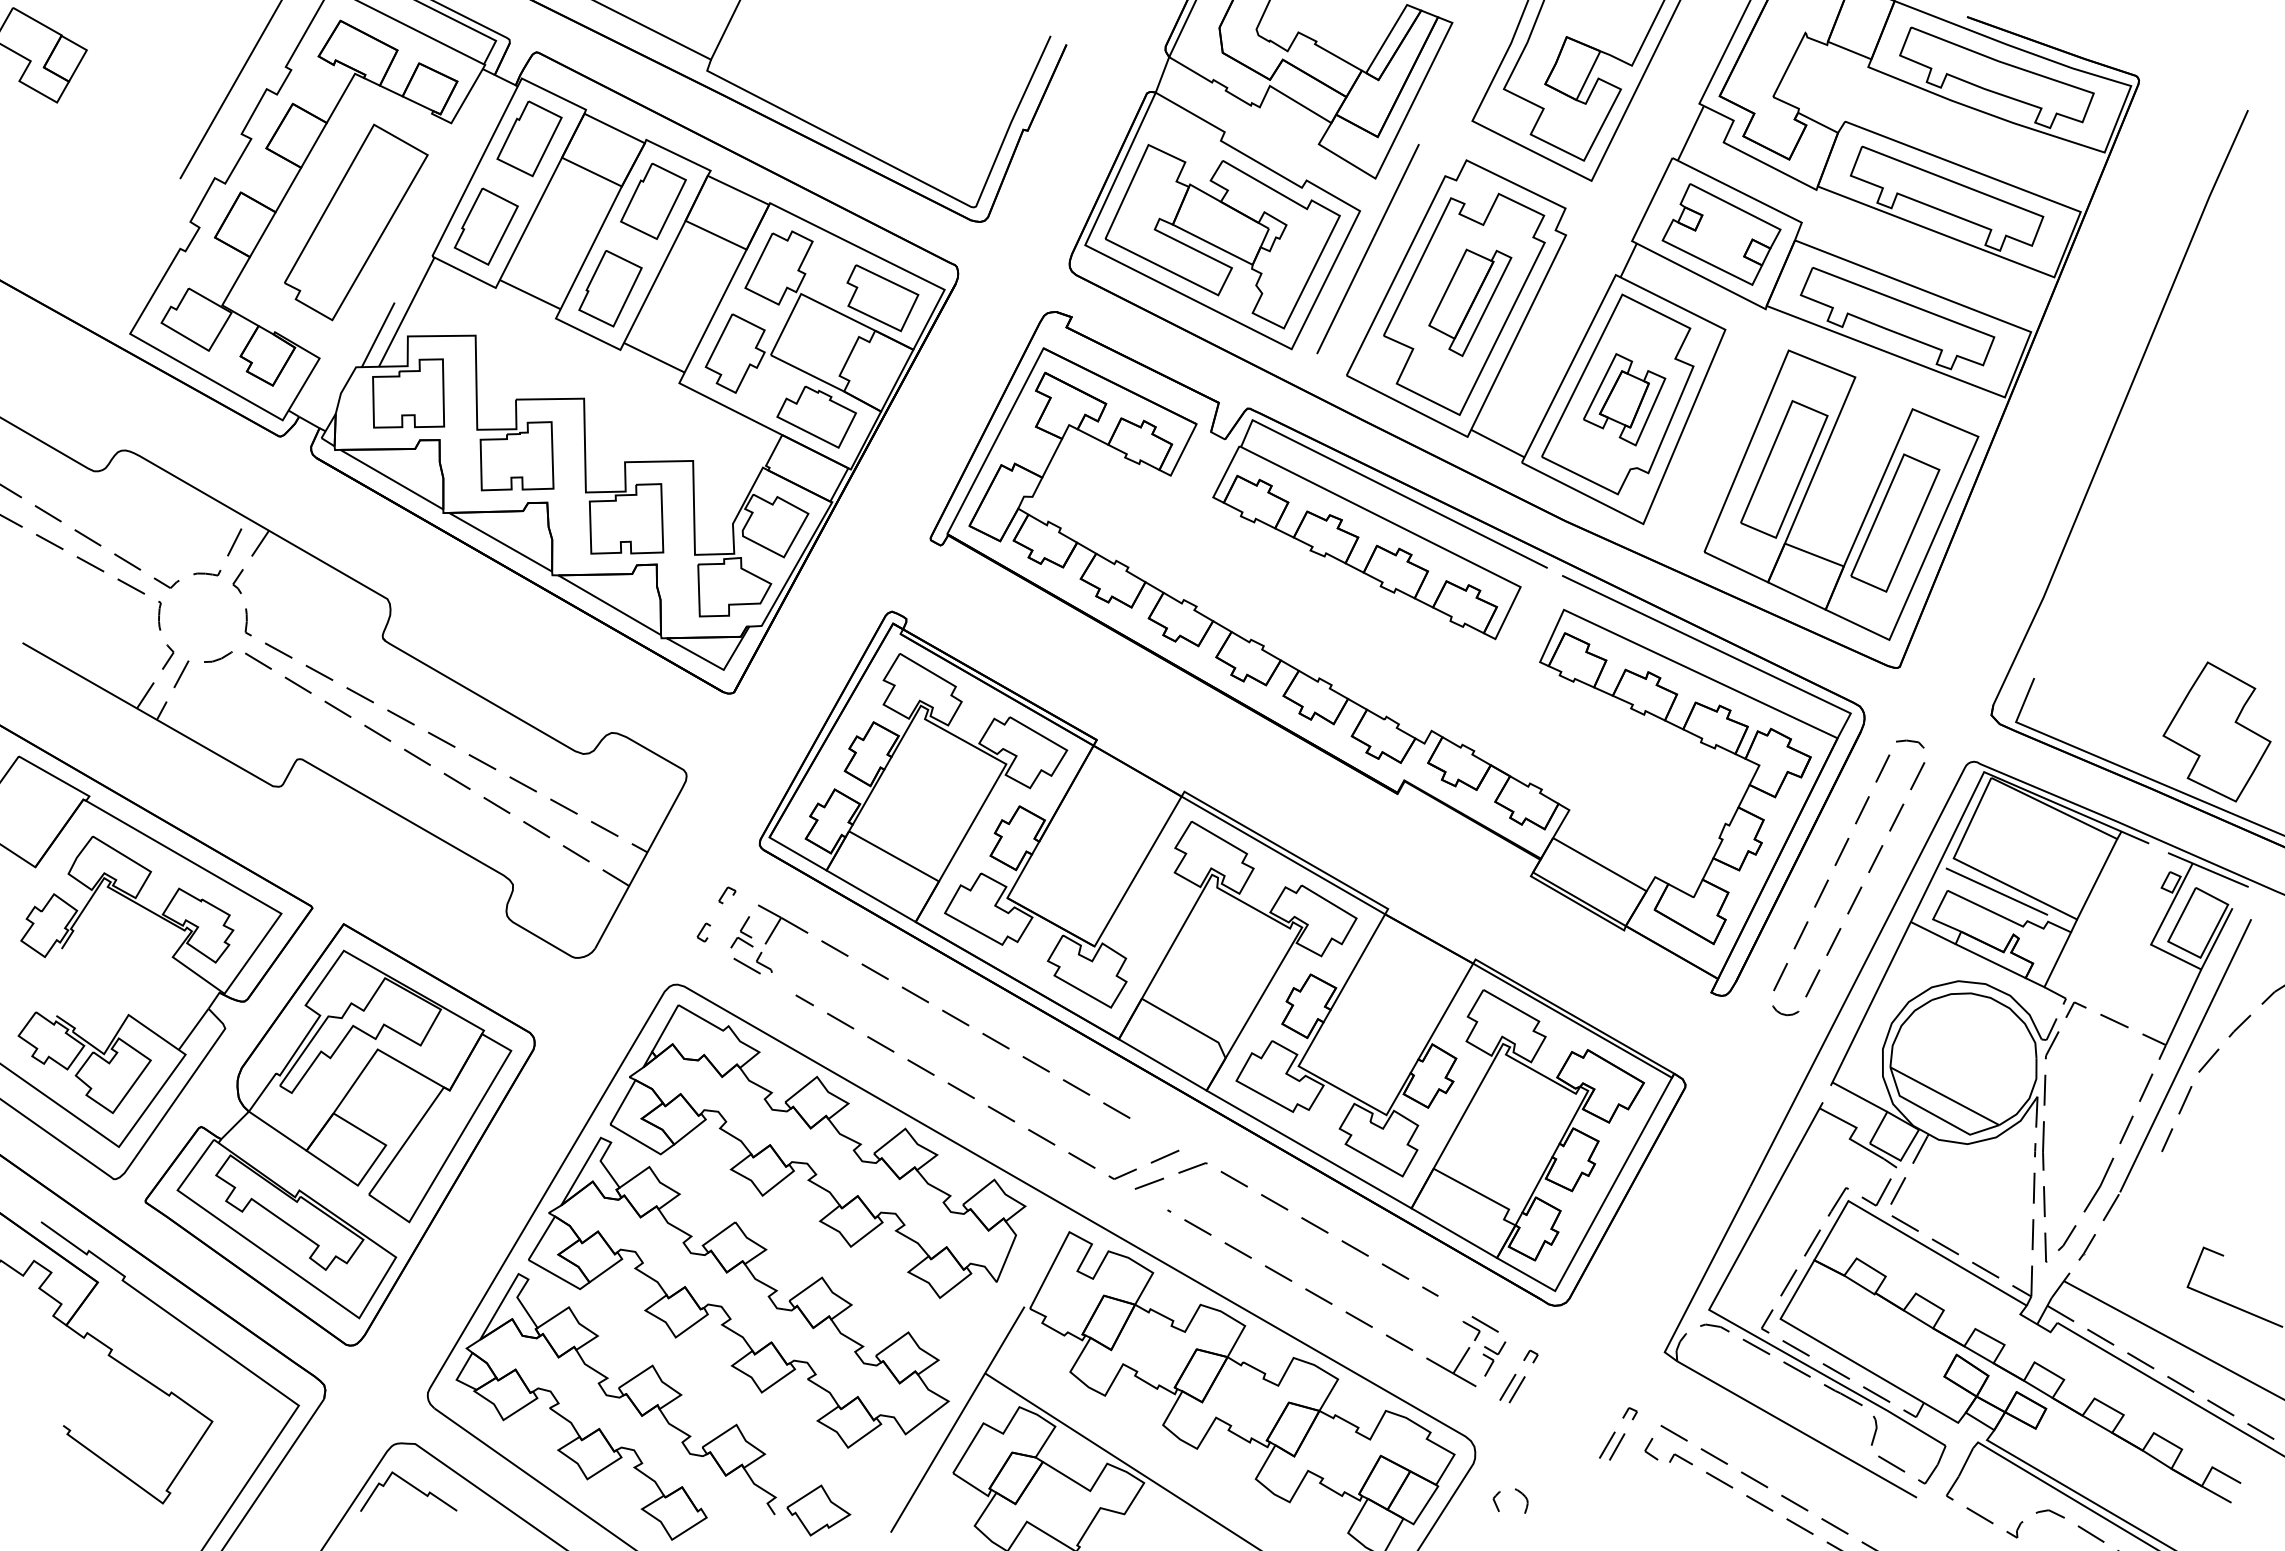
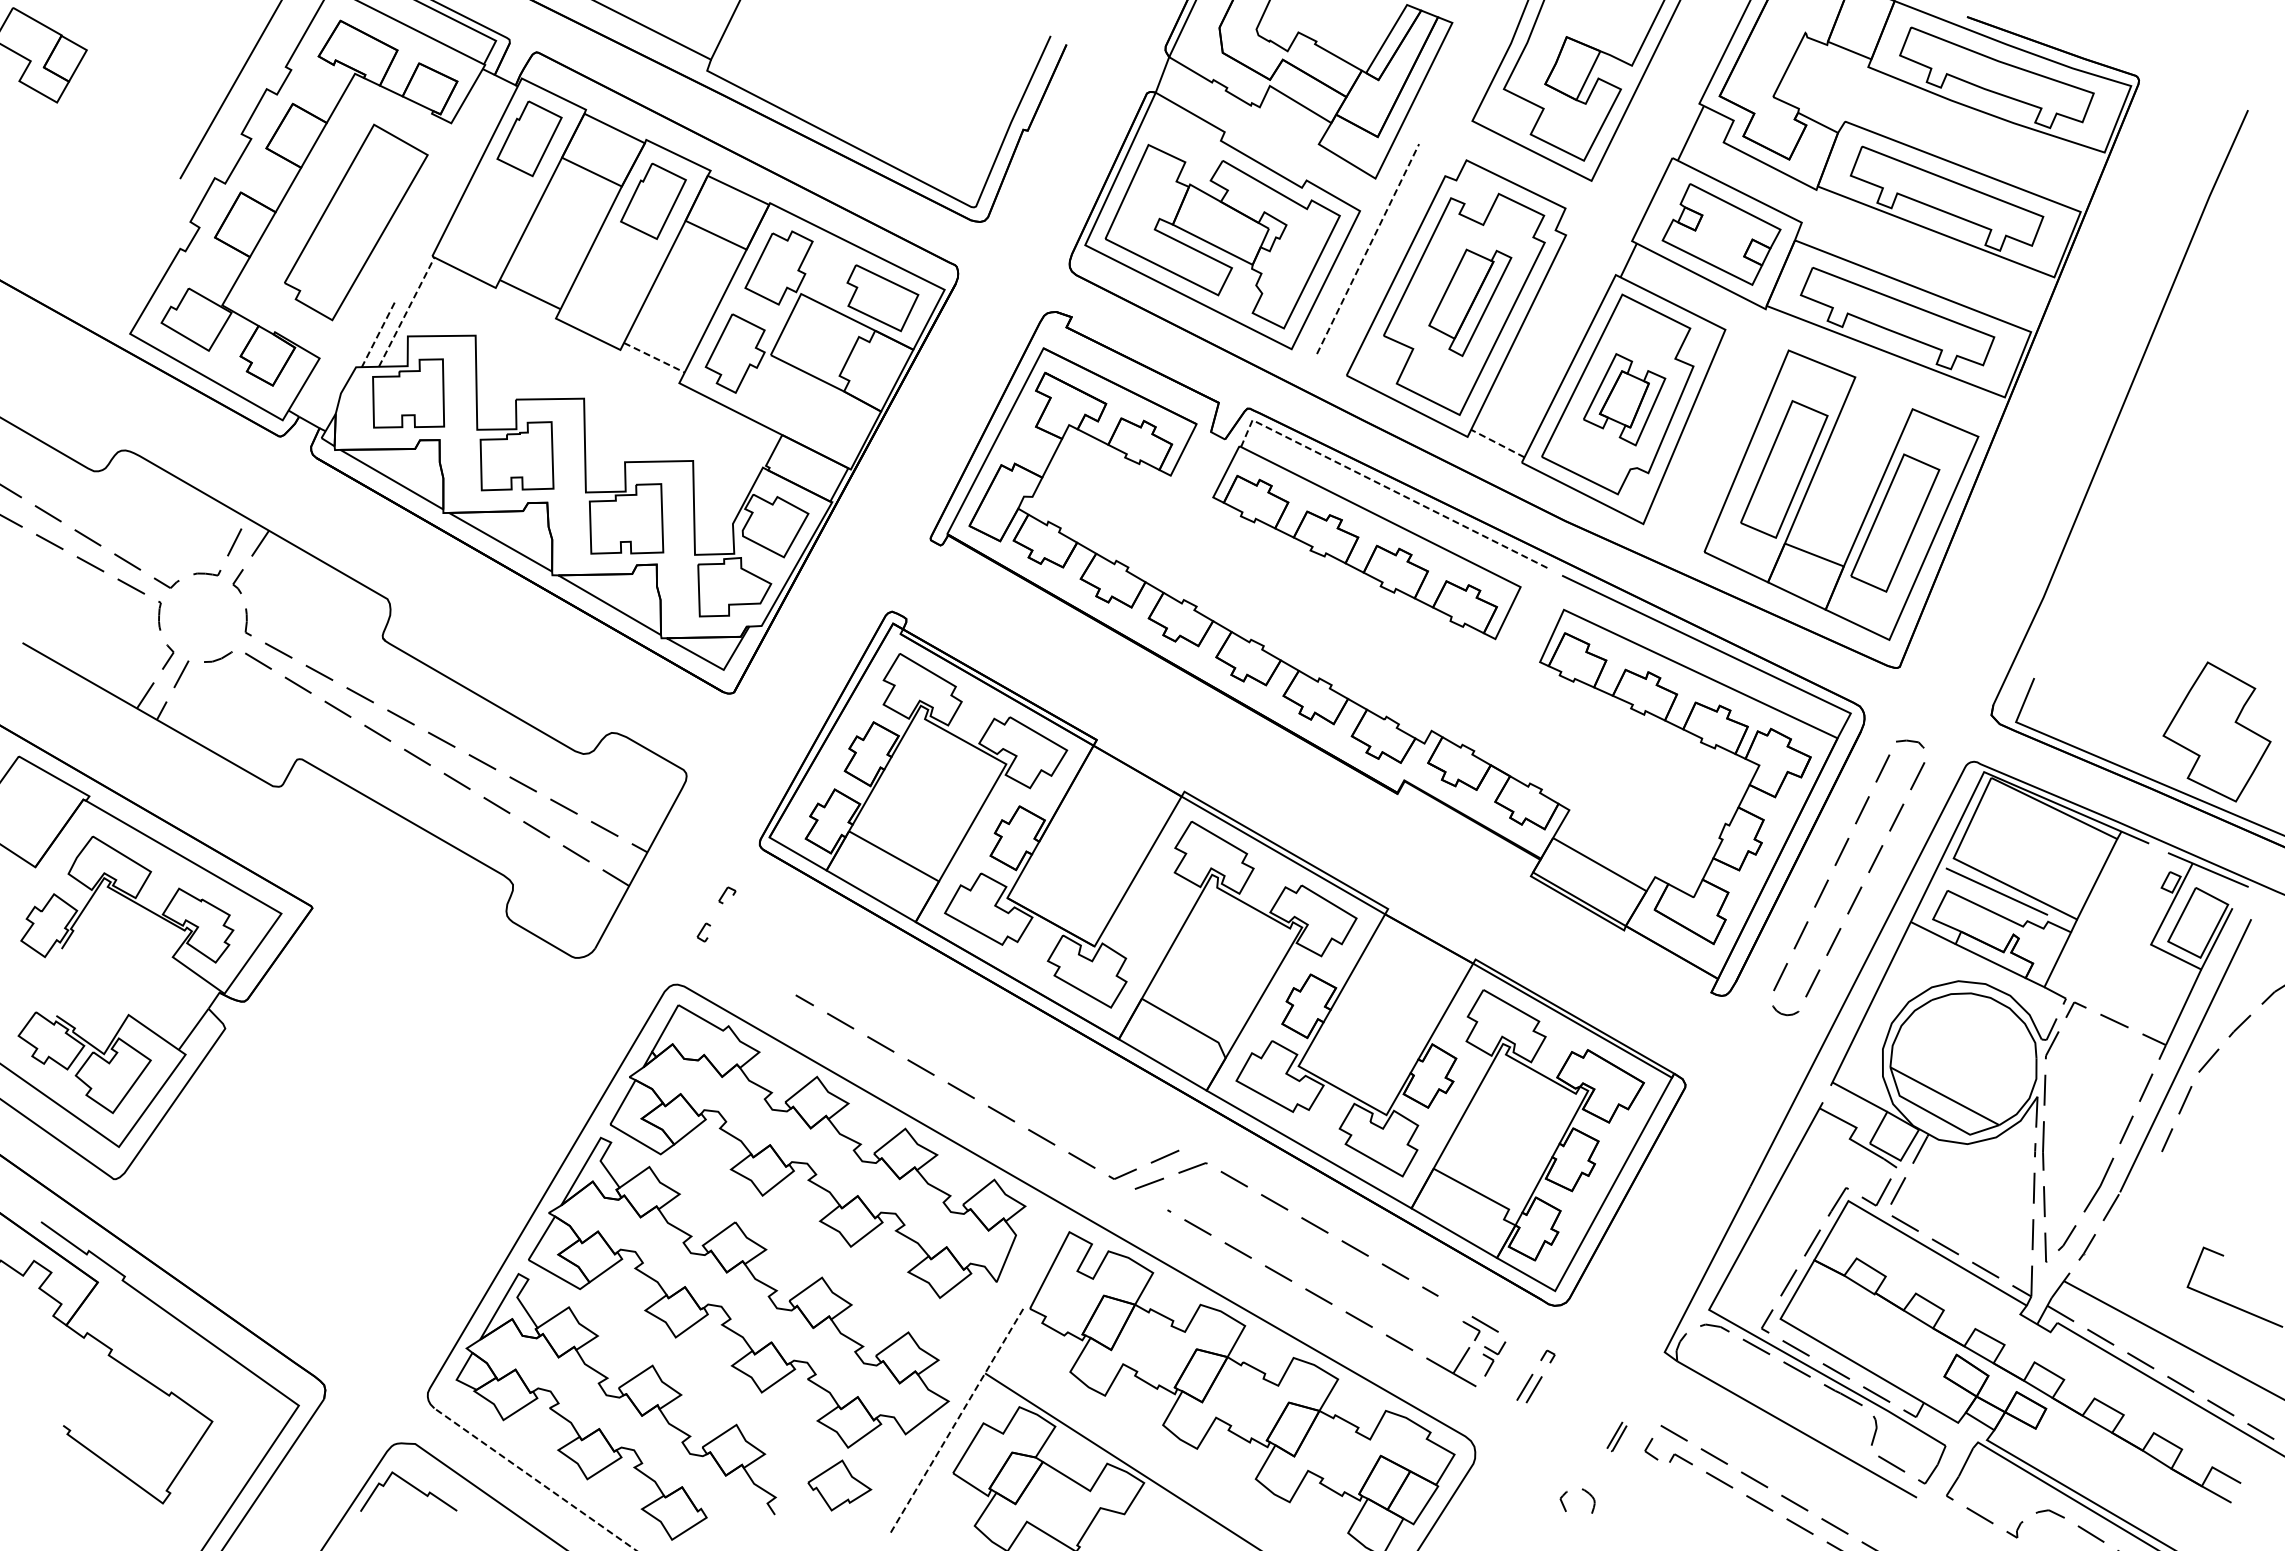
part at (485, 226): present -> none
line at (1368, 249): solid -> dashed
part at (610, 288): present -> none
line at (406, 311): solid -> dashed
line at (378, 335): solid -> dashed
line at (654, 357): solid -> dashed
part at (816, 416): present -> none
line at (1497, 443): solid -> dashed
line at (1386, 487): solid -> dashed
part at (928, 1003): present -> none
part at (339, 1134): present -> none
part at (1518, 1376) position: (1518, 1376) -> (1535, 1376)
line at (957, 1419): solid -> dashed
part at (1618, 1433) size: 39x54 px -> 22x32 px
line at (534, 1479): solid -> dashed
curve at (1515, 1490) position: (1515, 1490) -> (1582, 1490)
part at (818, 1510) position: (818, 1510) -> (839, 1485)
